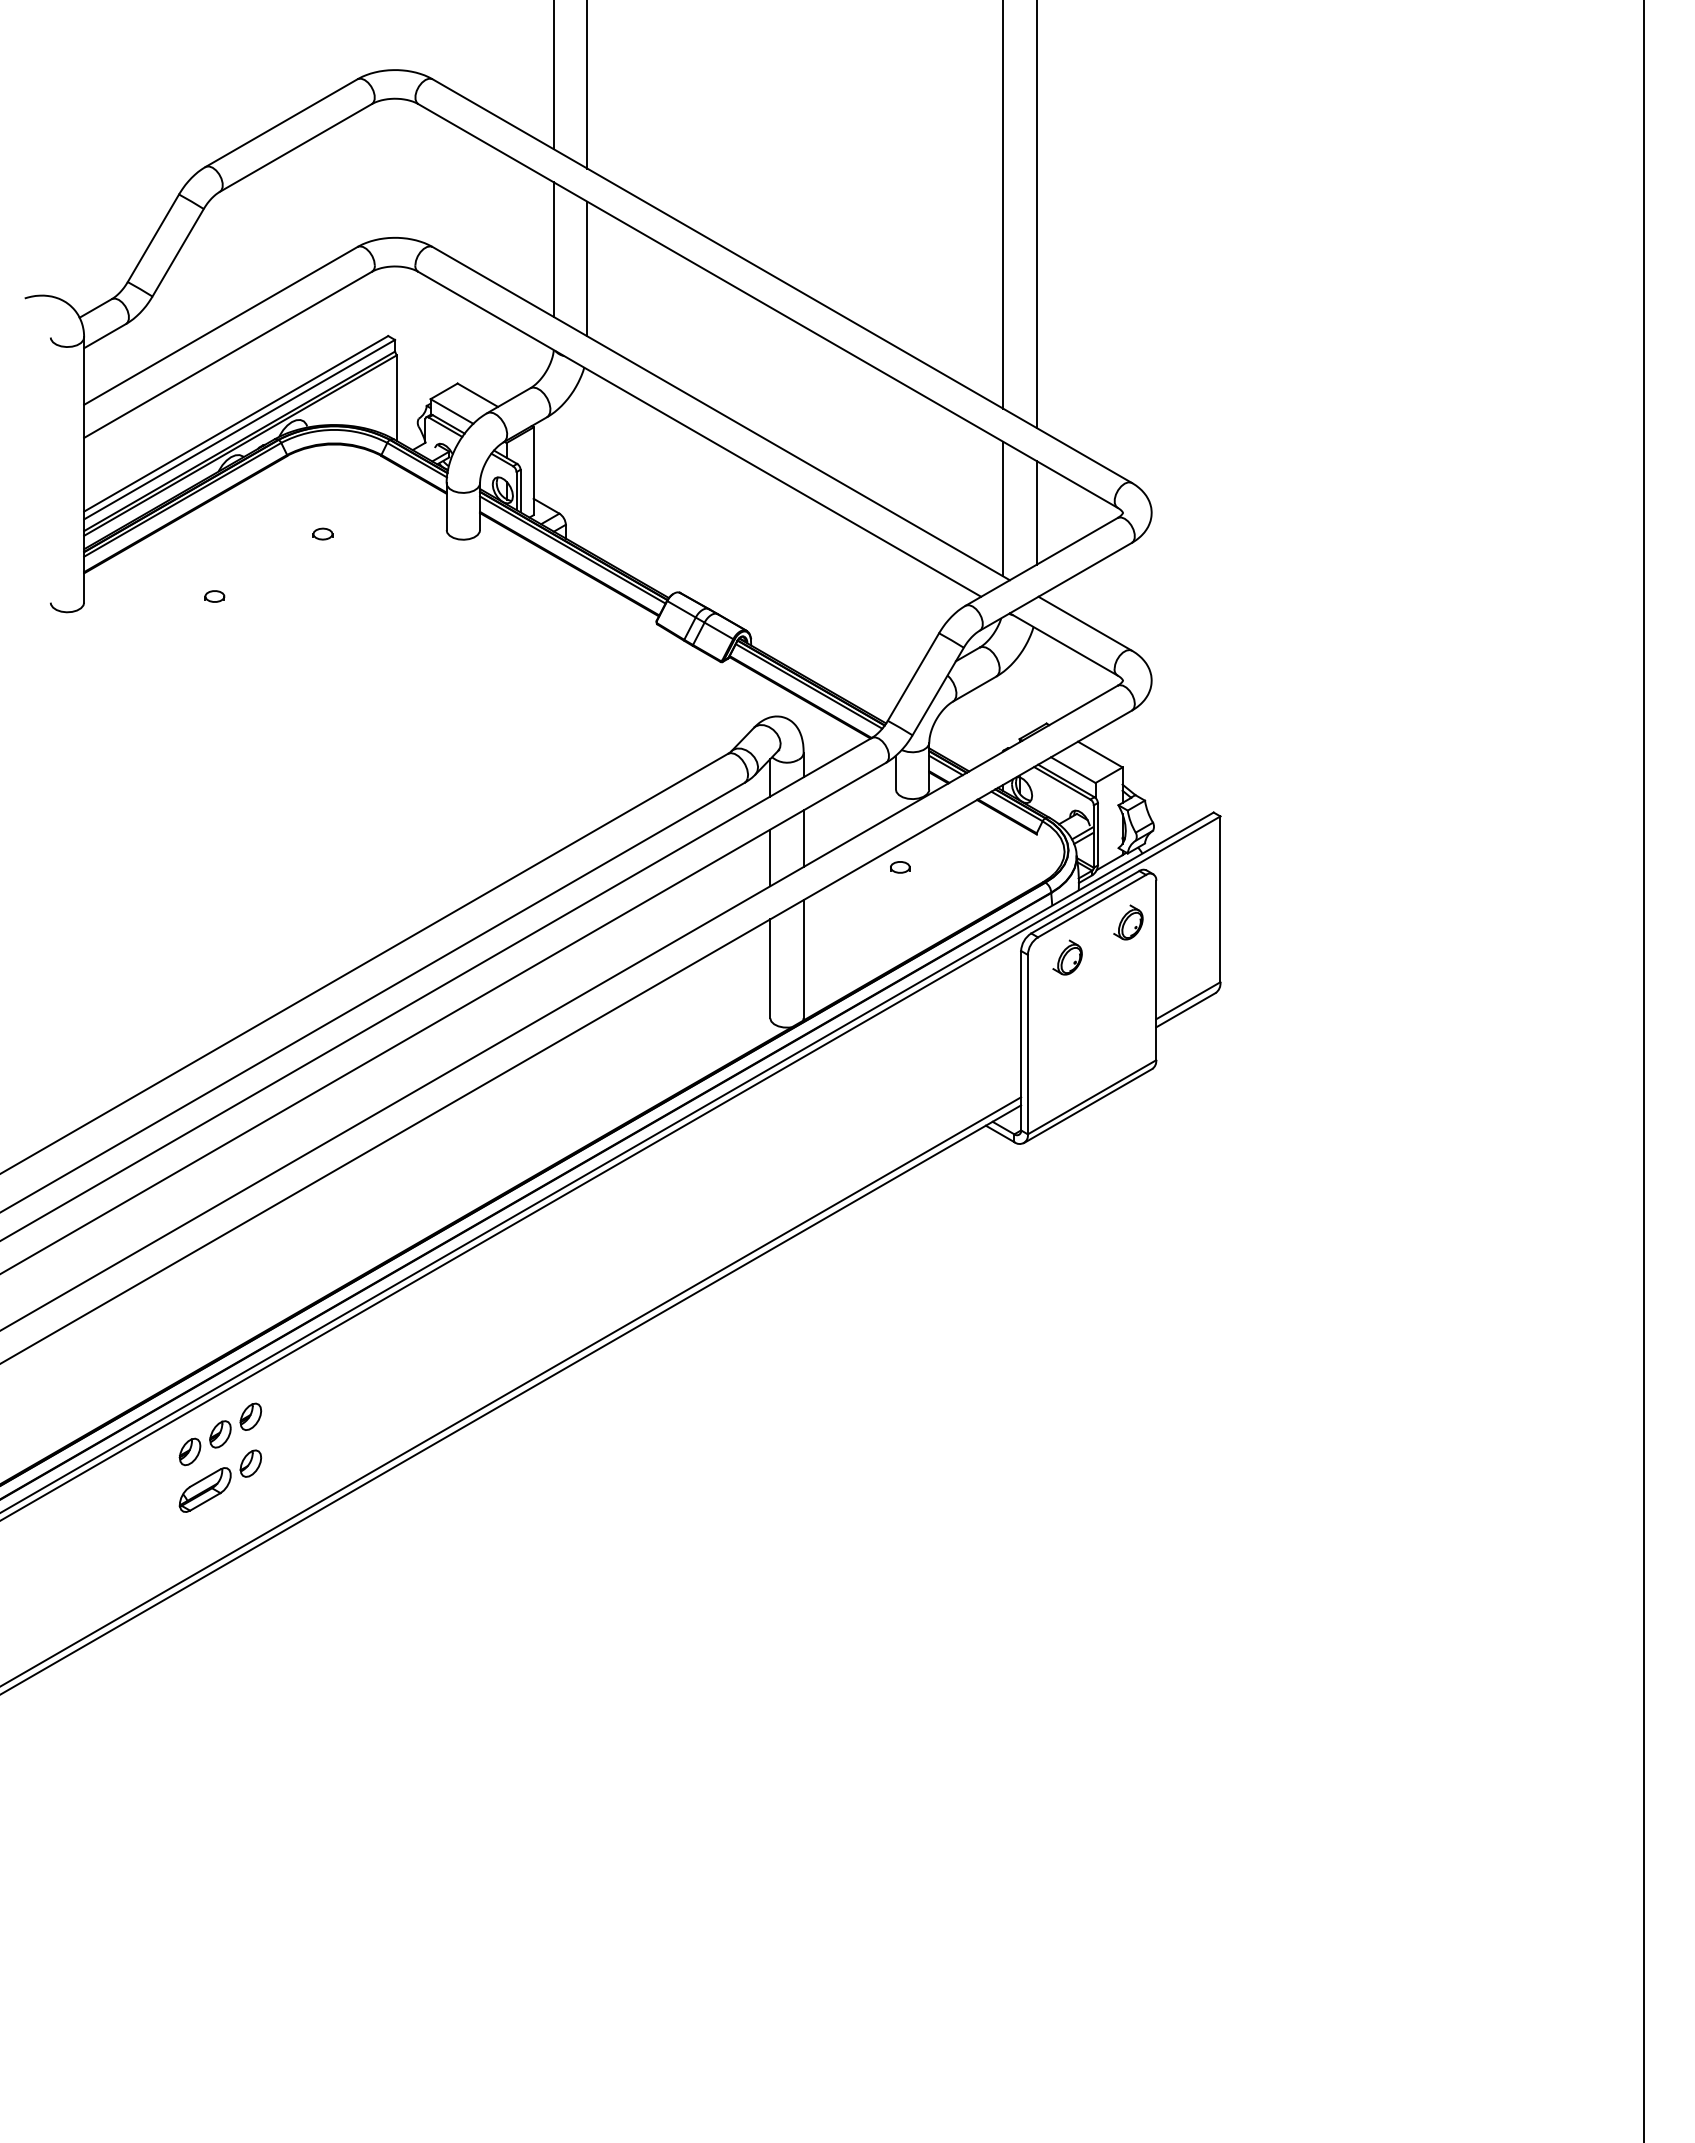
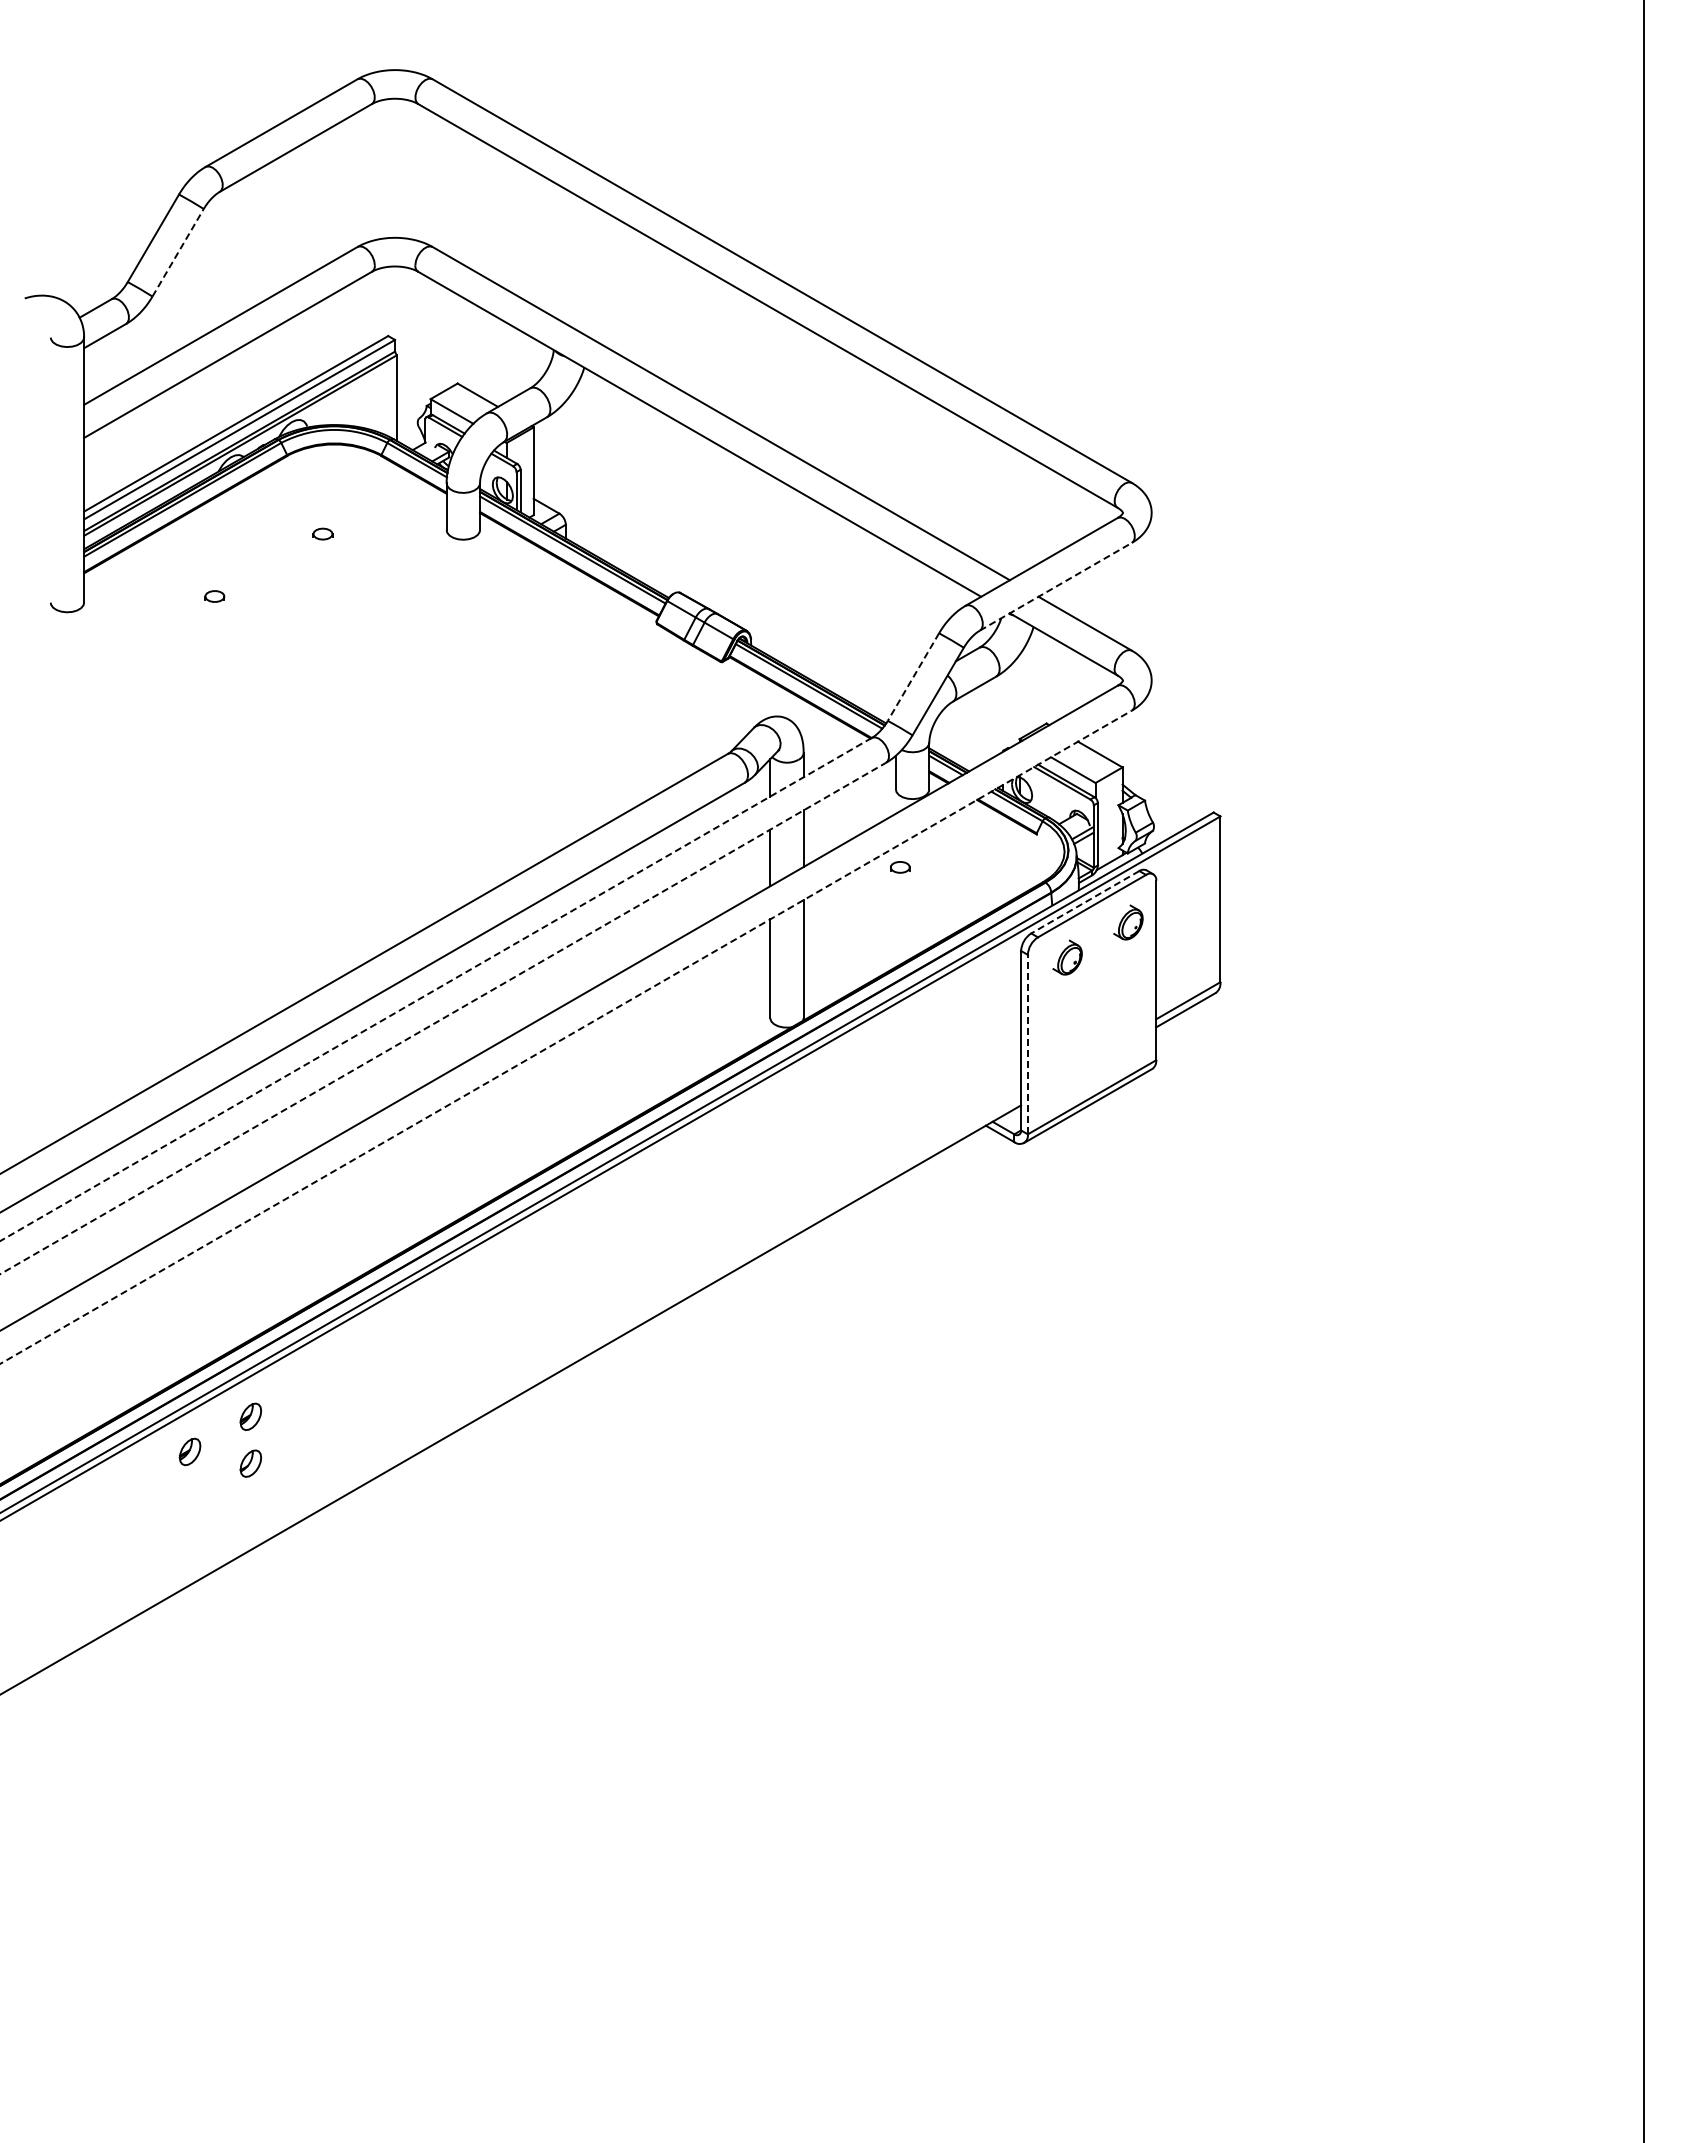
line at (554, 75): present -> none
line at (587, 85): present -> none
line at (1003, 205): present -> none
line at (1036, 215): present -> none
line at (554, 249): present -> none
line at (178, 252): solid -> dashed
line at (587, 268): present -> none
line at (1003, 508): present -> none
line at (1036, 512): present -> none
line at (1055, 586): solid -> dashed
line at (913, 677): solid -> dashed
line at (1084, 902): solid -> dashed
line at (436, 989): solid -> dashed
line at (443, 1018): solid -> dashed
line at (566, 1037): solid -> dashed
line at (1027, 1044): solid -> dashed
line at (511, 1391): present -> none
part at (220, 1434): present -> none
part at (204, 1489): present -> none
